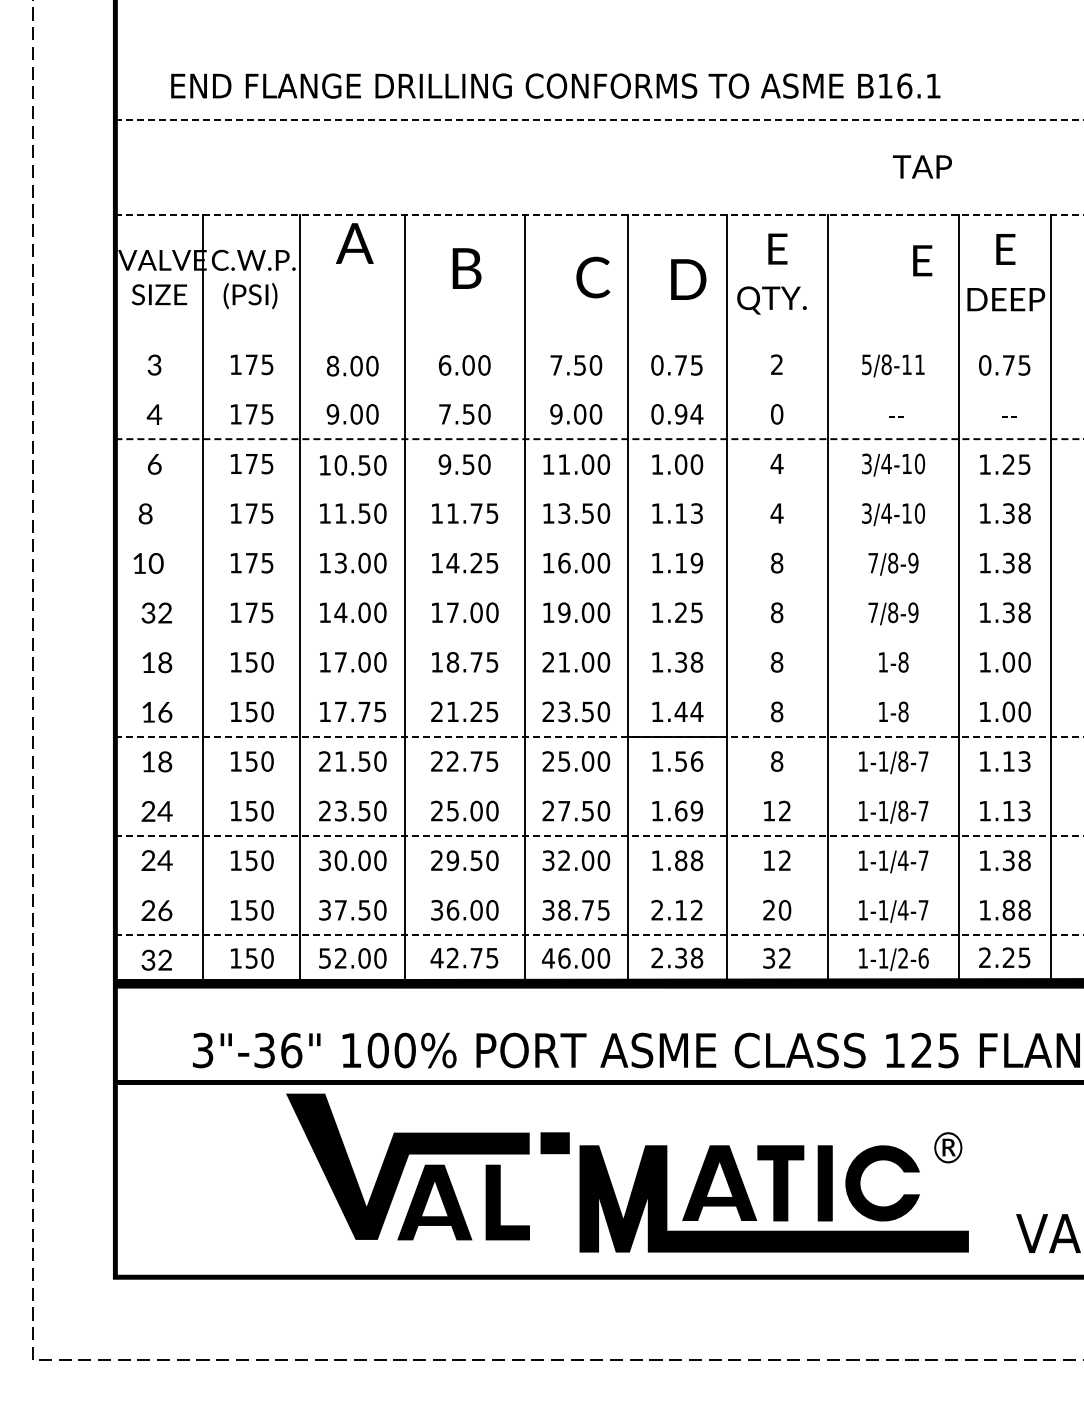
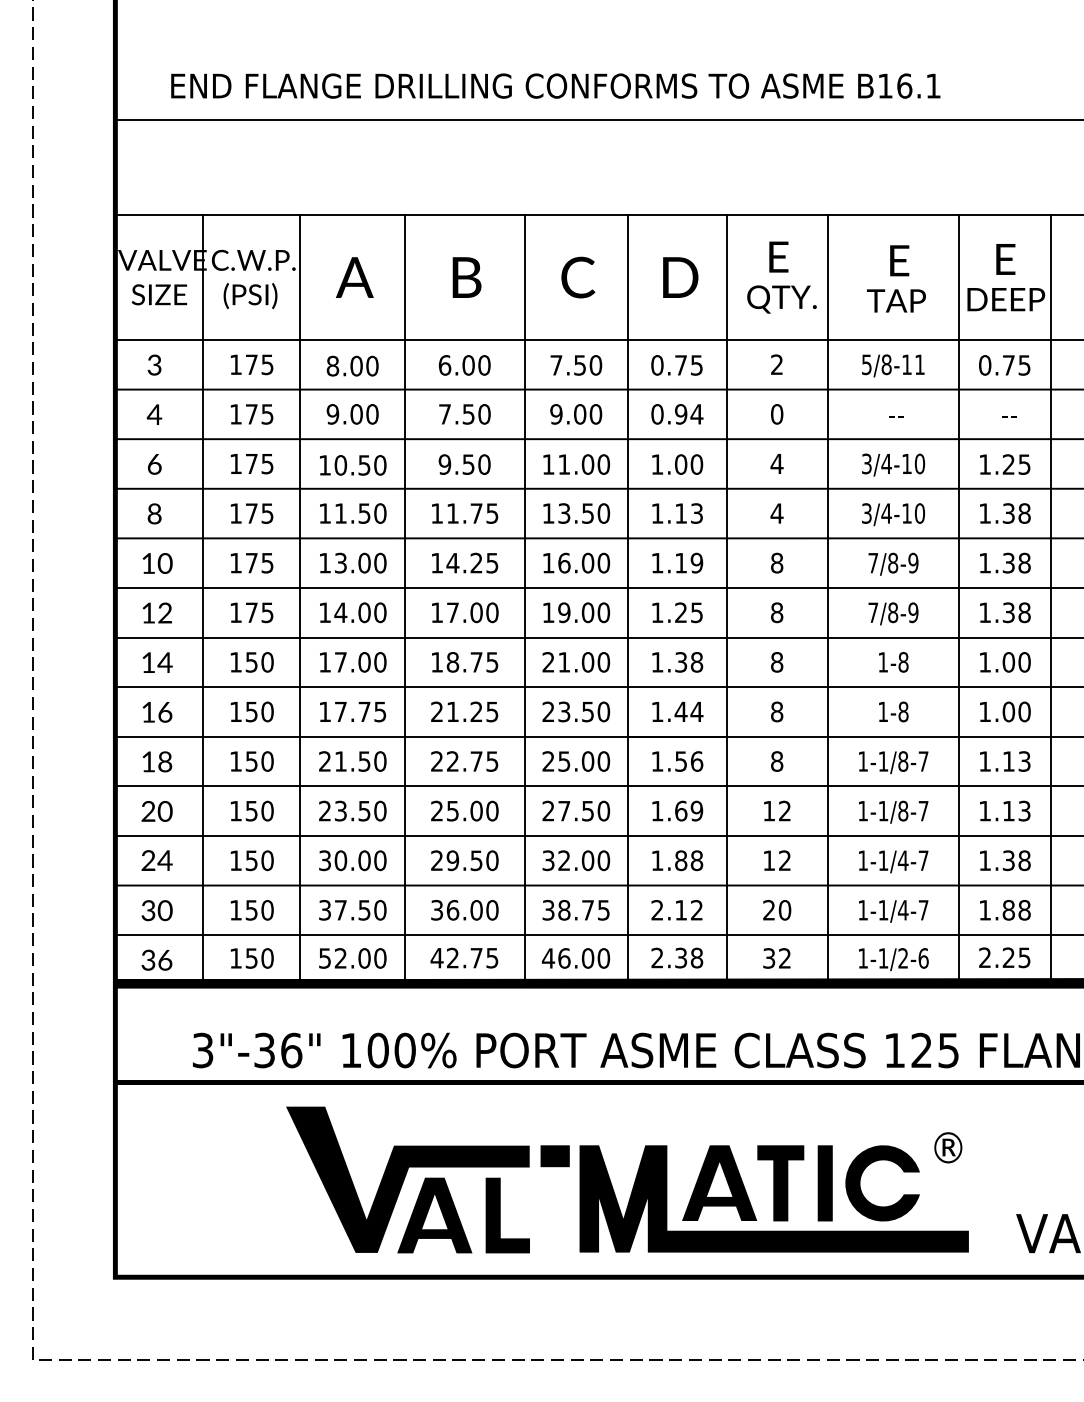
line at (599, 120): dashed -> solid
text at (922, 166) position: (922, 166) -> (896, 300)
line at (599, 215): dashed -> solid
text at (354, 243) position: (354, 243) -> (354, 277)
text at (777, 248) position: (777, 248) -> (778, 256)
text at (1005, 249) position: (1005, 249) -> (1005, 259)
text at (922, 260) position: (922, 260) -> (899, 260)
text at (466, 268) position: (466, 268) -> (466, 277)
text at (593, 277) position: (593, 277) -> (578, 277)
text at (688, 279) position: (688, 279) -> (680, 277)
text at (771, 300) position: (771, 300) -> (781, 299)
line at (597, 340): none -> present
line at (597, 389): none -> present
line at (599, 439): dashed -> solid
line at (597, 488): none -> present
text at (145, 513) position: (145, 513) -> (154, 513)
line at (597, 538): none -> present
text at (148, 563) position: (148, 563) -> (157, 563)
line at (597, 587): none -> present
text at (148, 612): 32 -> 12
line at (597, 637): none -> present
text at (164, 662): 18 -> 14
line at (597, 687): none -> present
line at (599, 736): dashed -> solid
line at (597, 786): none -> present
text at (164, 811): 24 -> 20
line at (599, 835): dashed -> solid
line at (597, 885): none -> present
text at (156, 910): 26 -> 30
line at (599, 935): dashed -> solid
text at (165, 959): 32 -> 36
part at (427, 1166) position: (427, 1166) -> (427, 1179)
